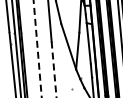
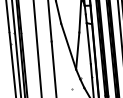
line at (37, 49): dashed -> solid
line at (54, 70): dashed -> solid
